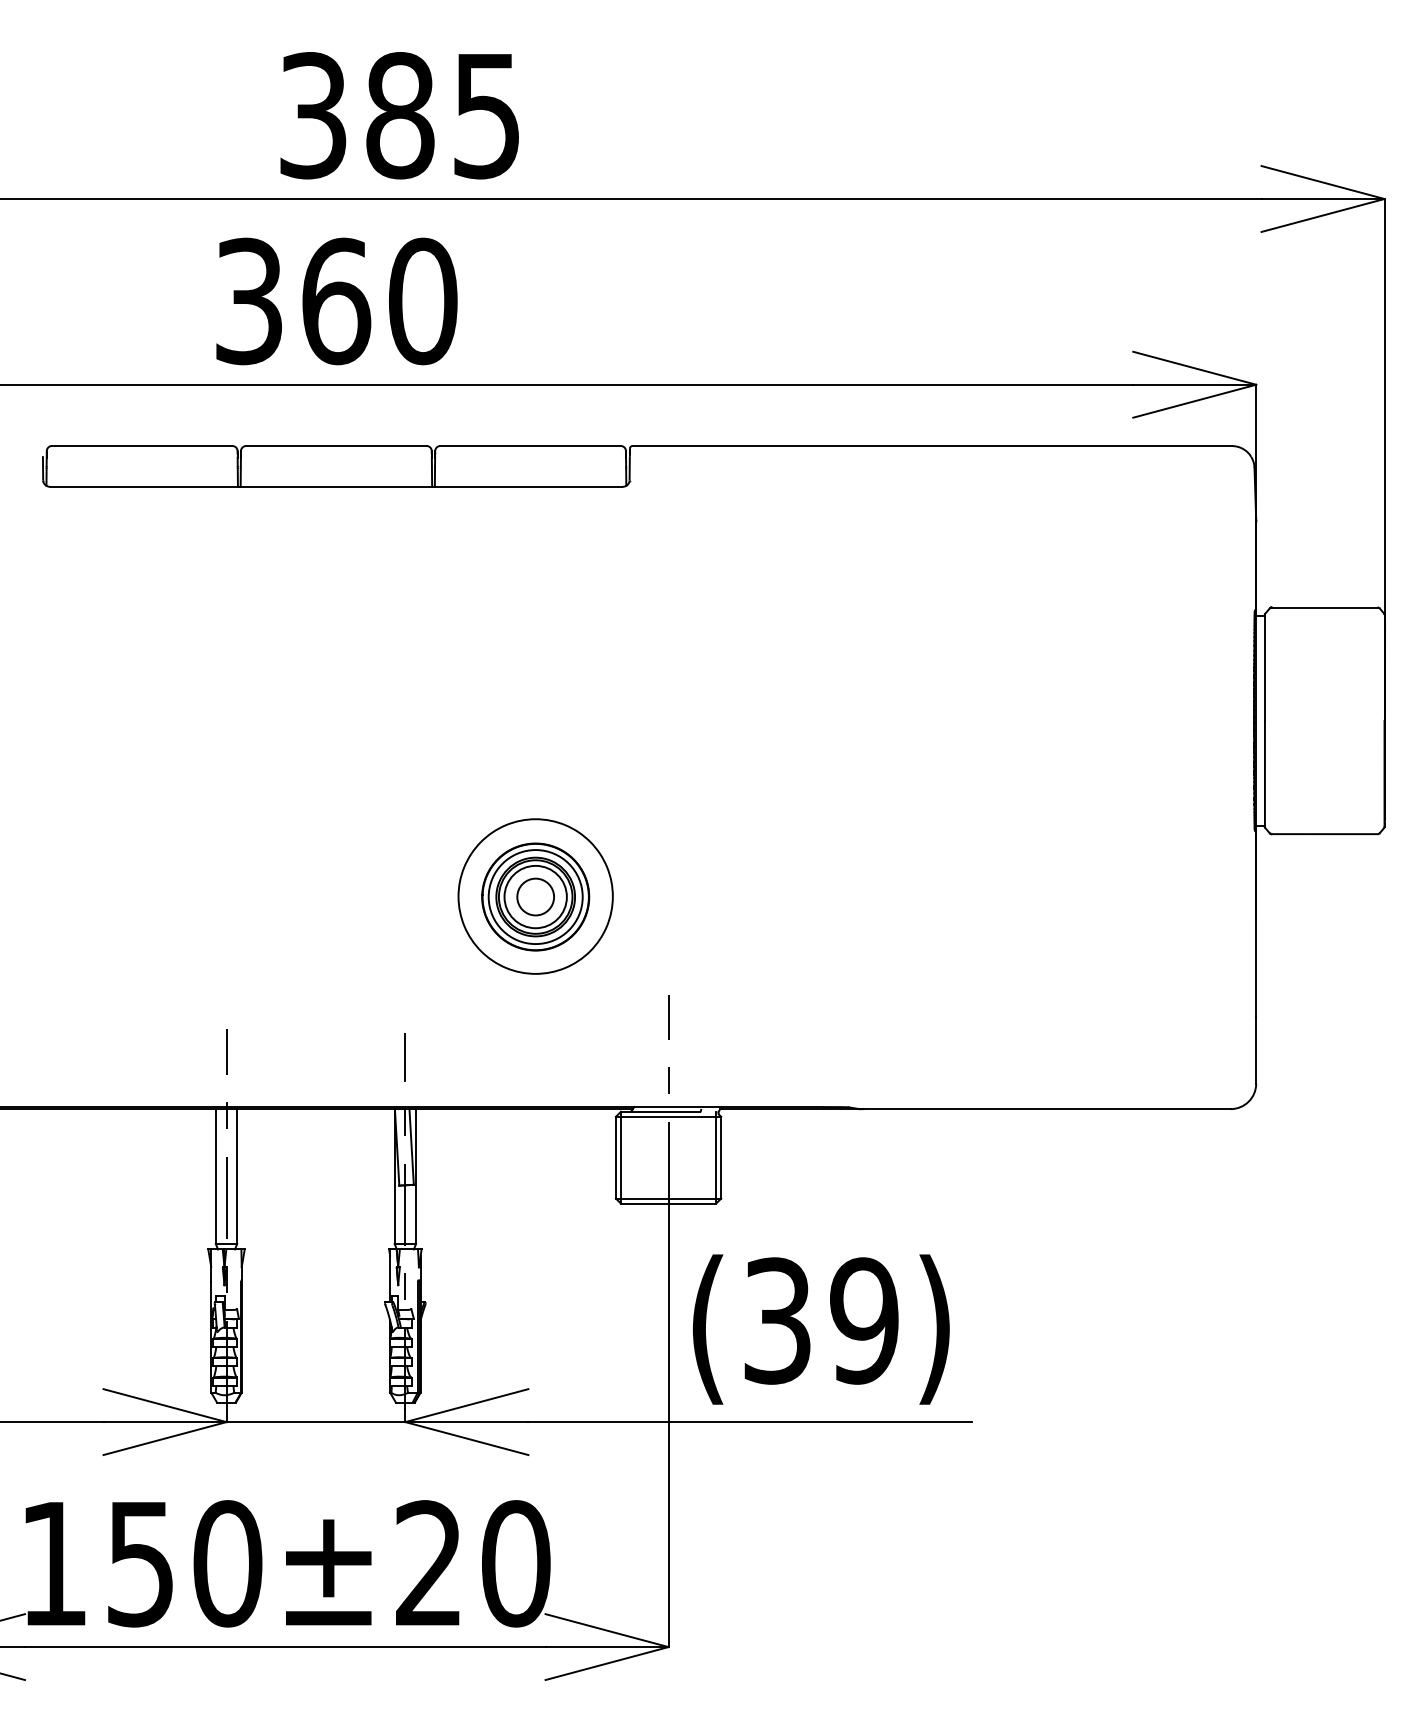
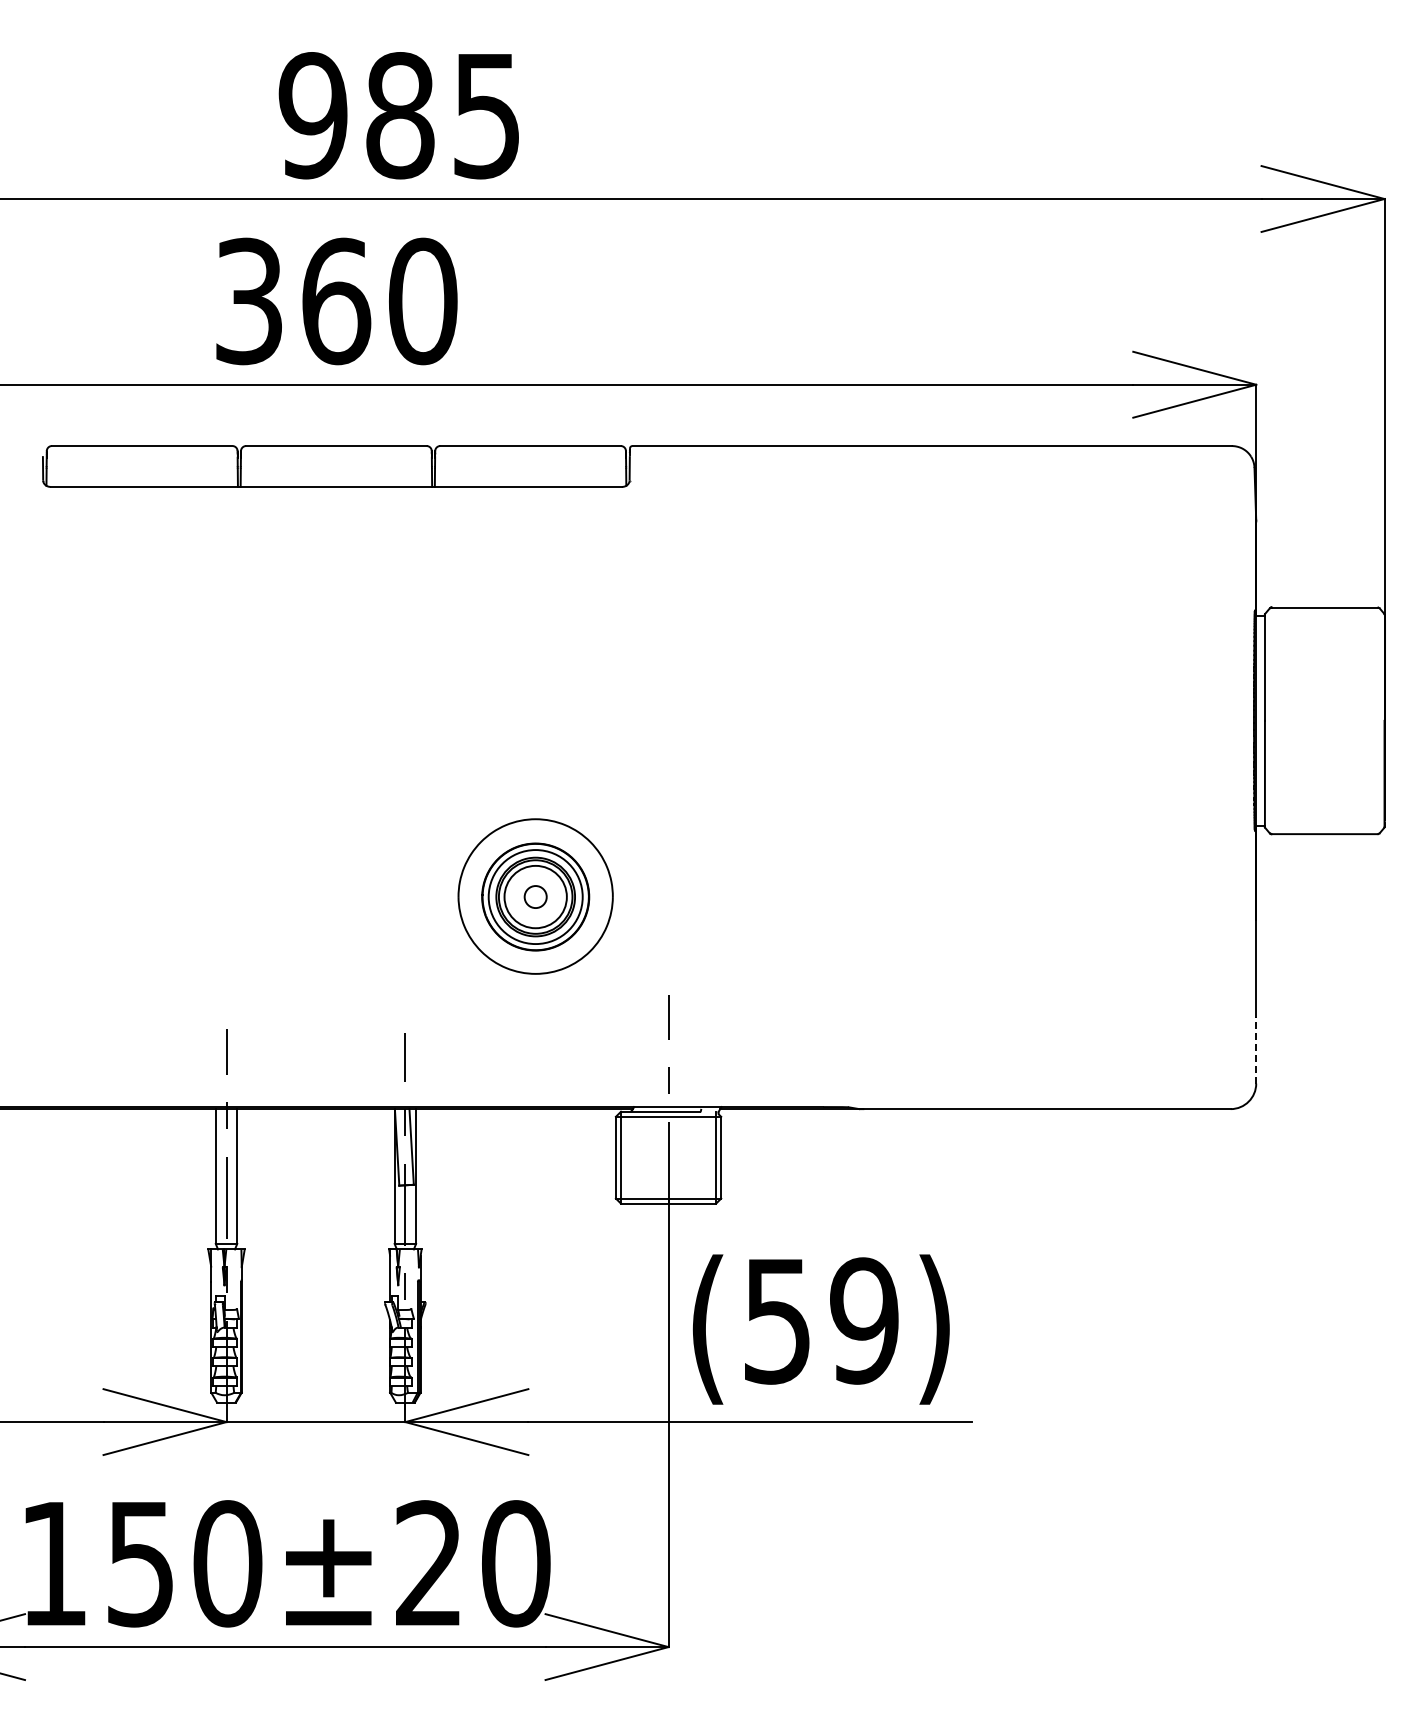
text at (312, 115): 385 -> 985
circle at (535, 896) diameter: 37 px -> 22 px
line at (1256, 1049): solid -> dashed
text at (777, 1320): (39) -> (59)
